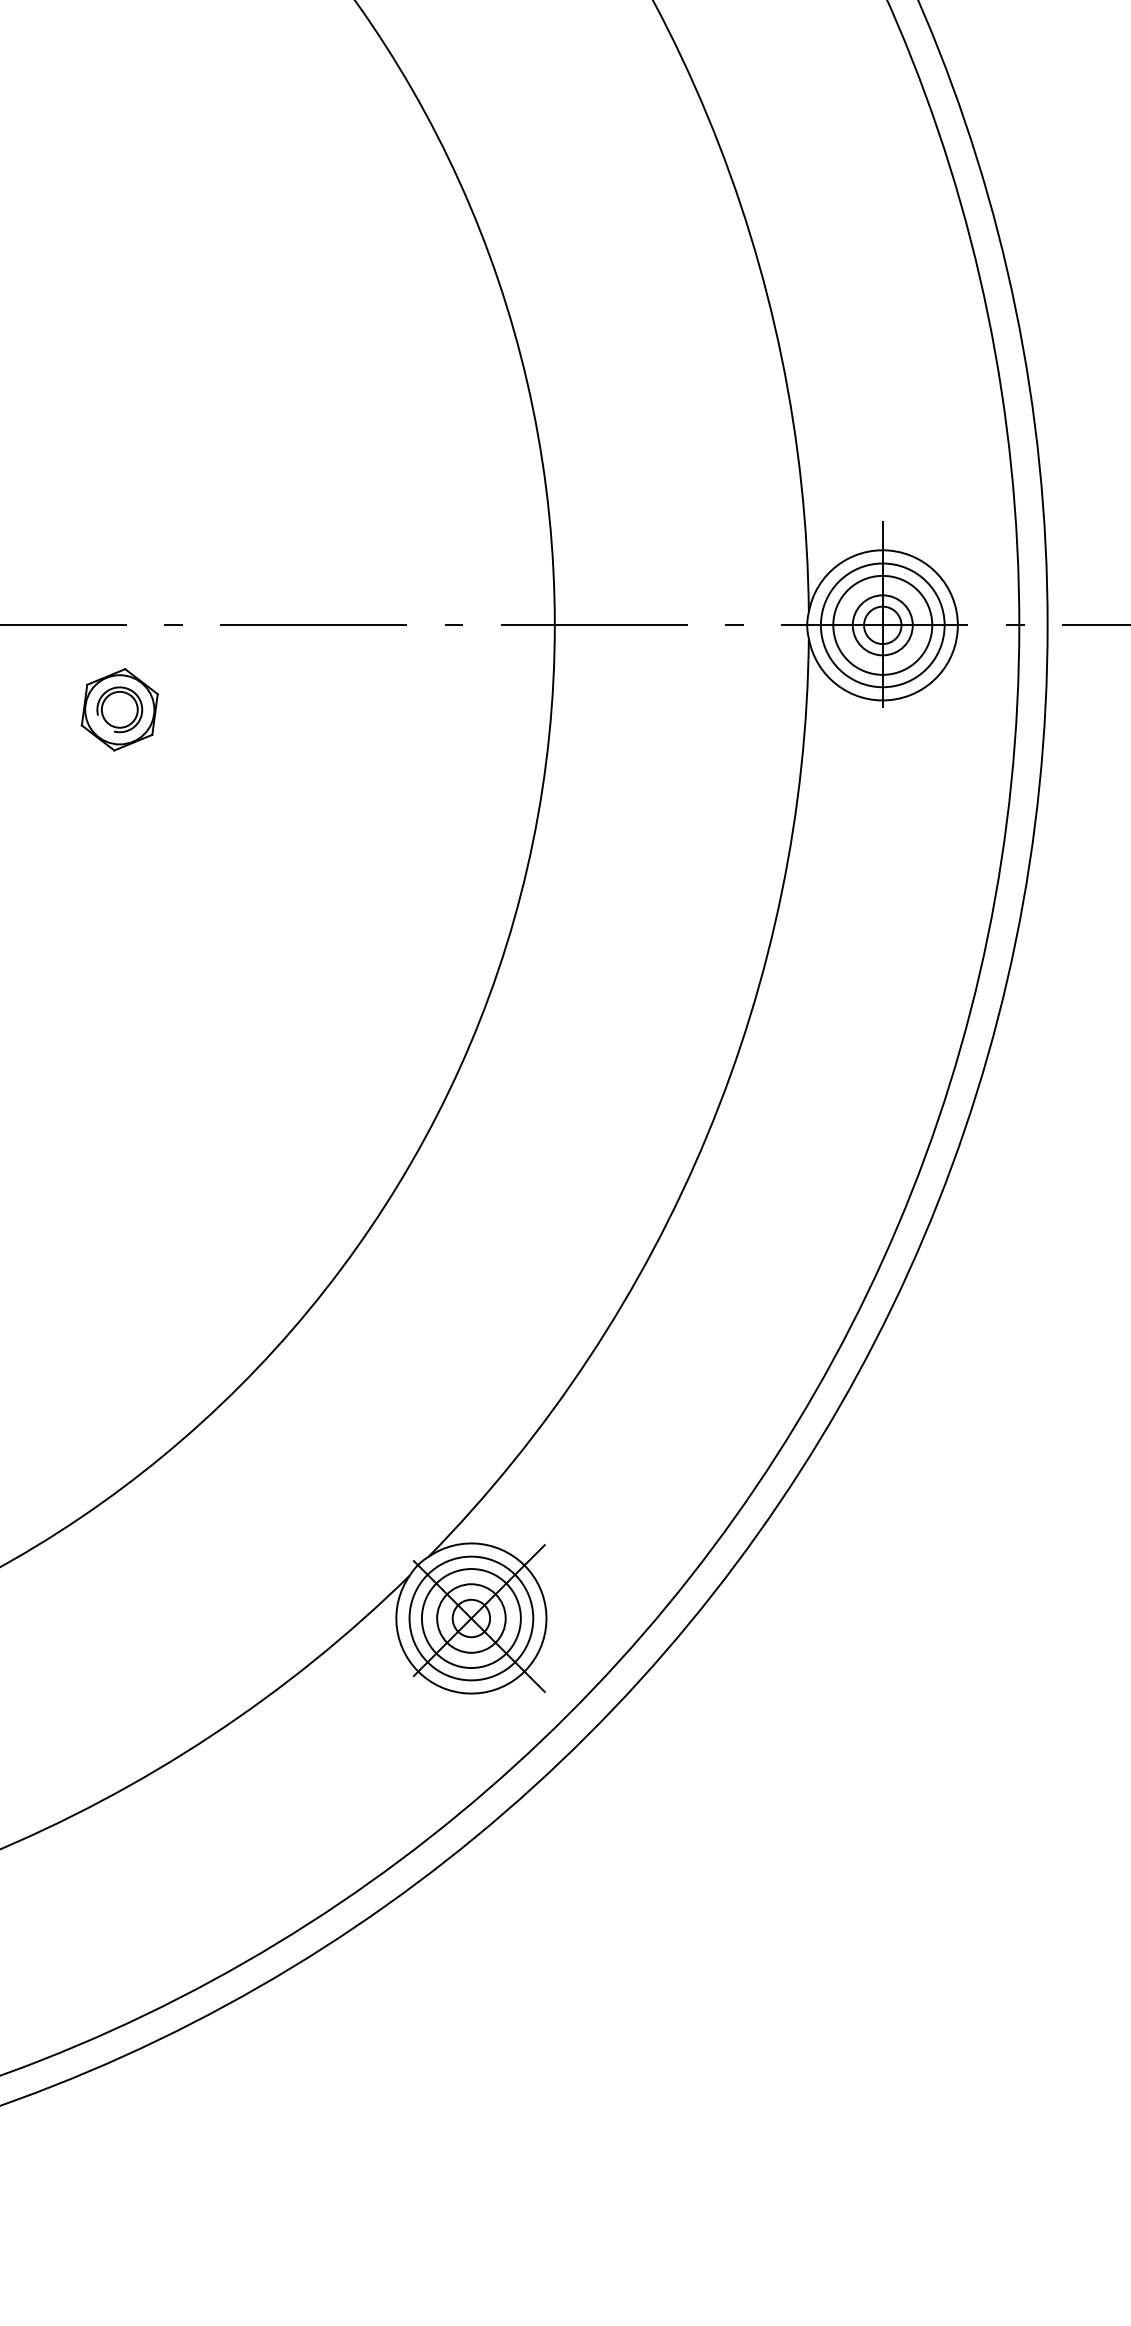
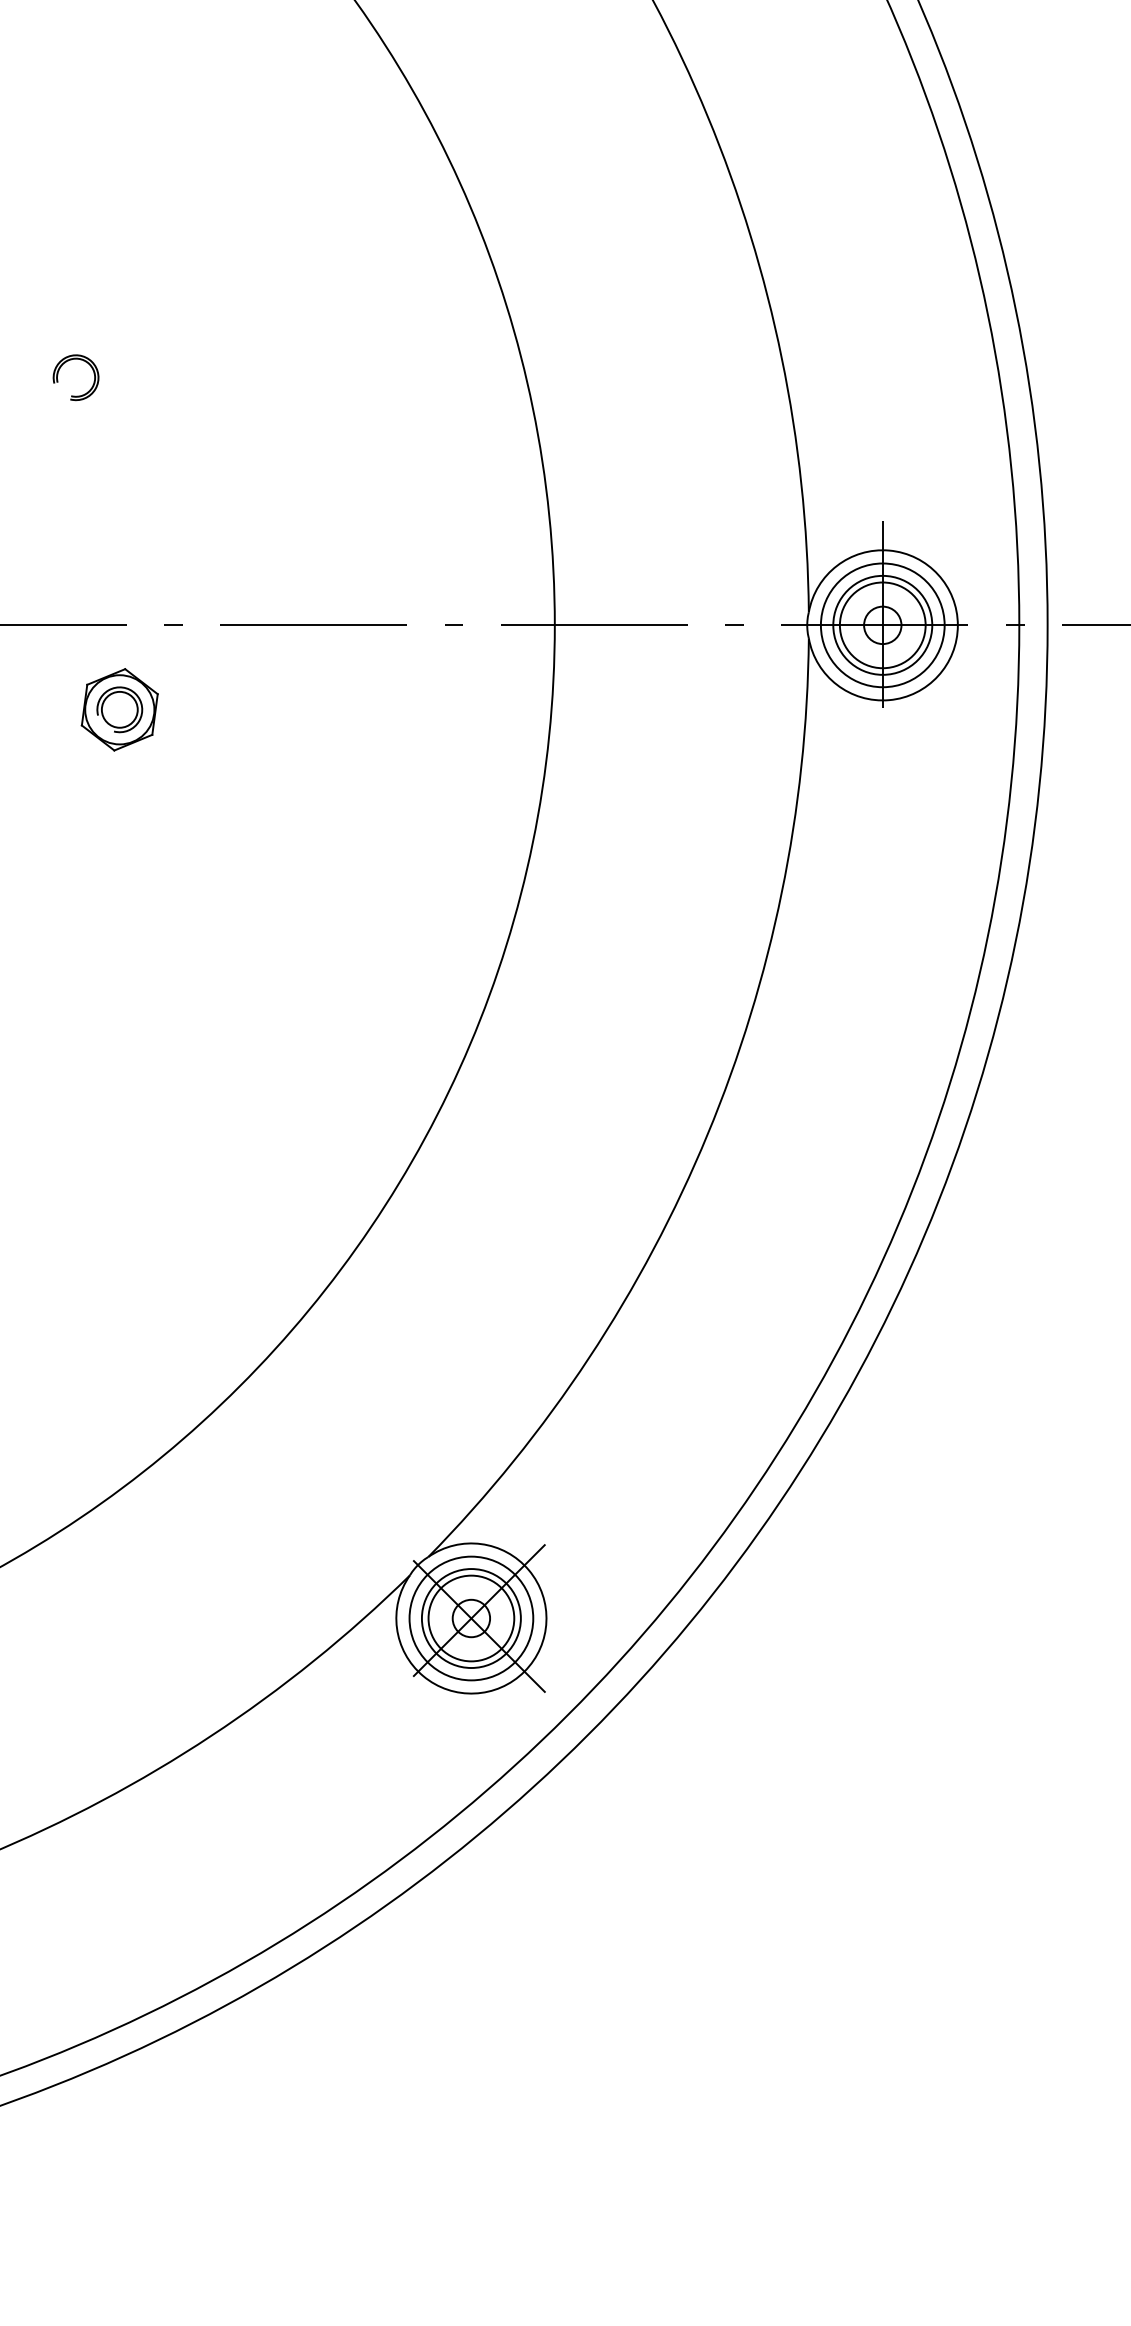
part at (59, 371): none -> present
circle at (882, 625) diameter: 60 px -> 86 px
circle at (471, 1618) diameter: 69 px -> 86 px
